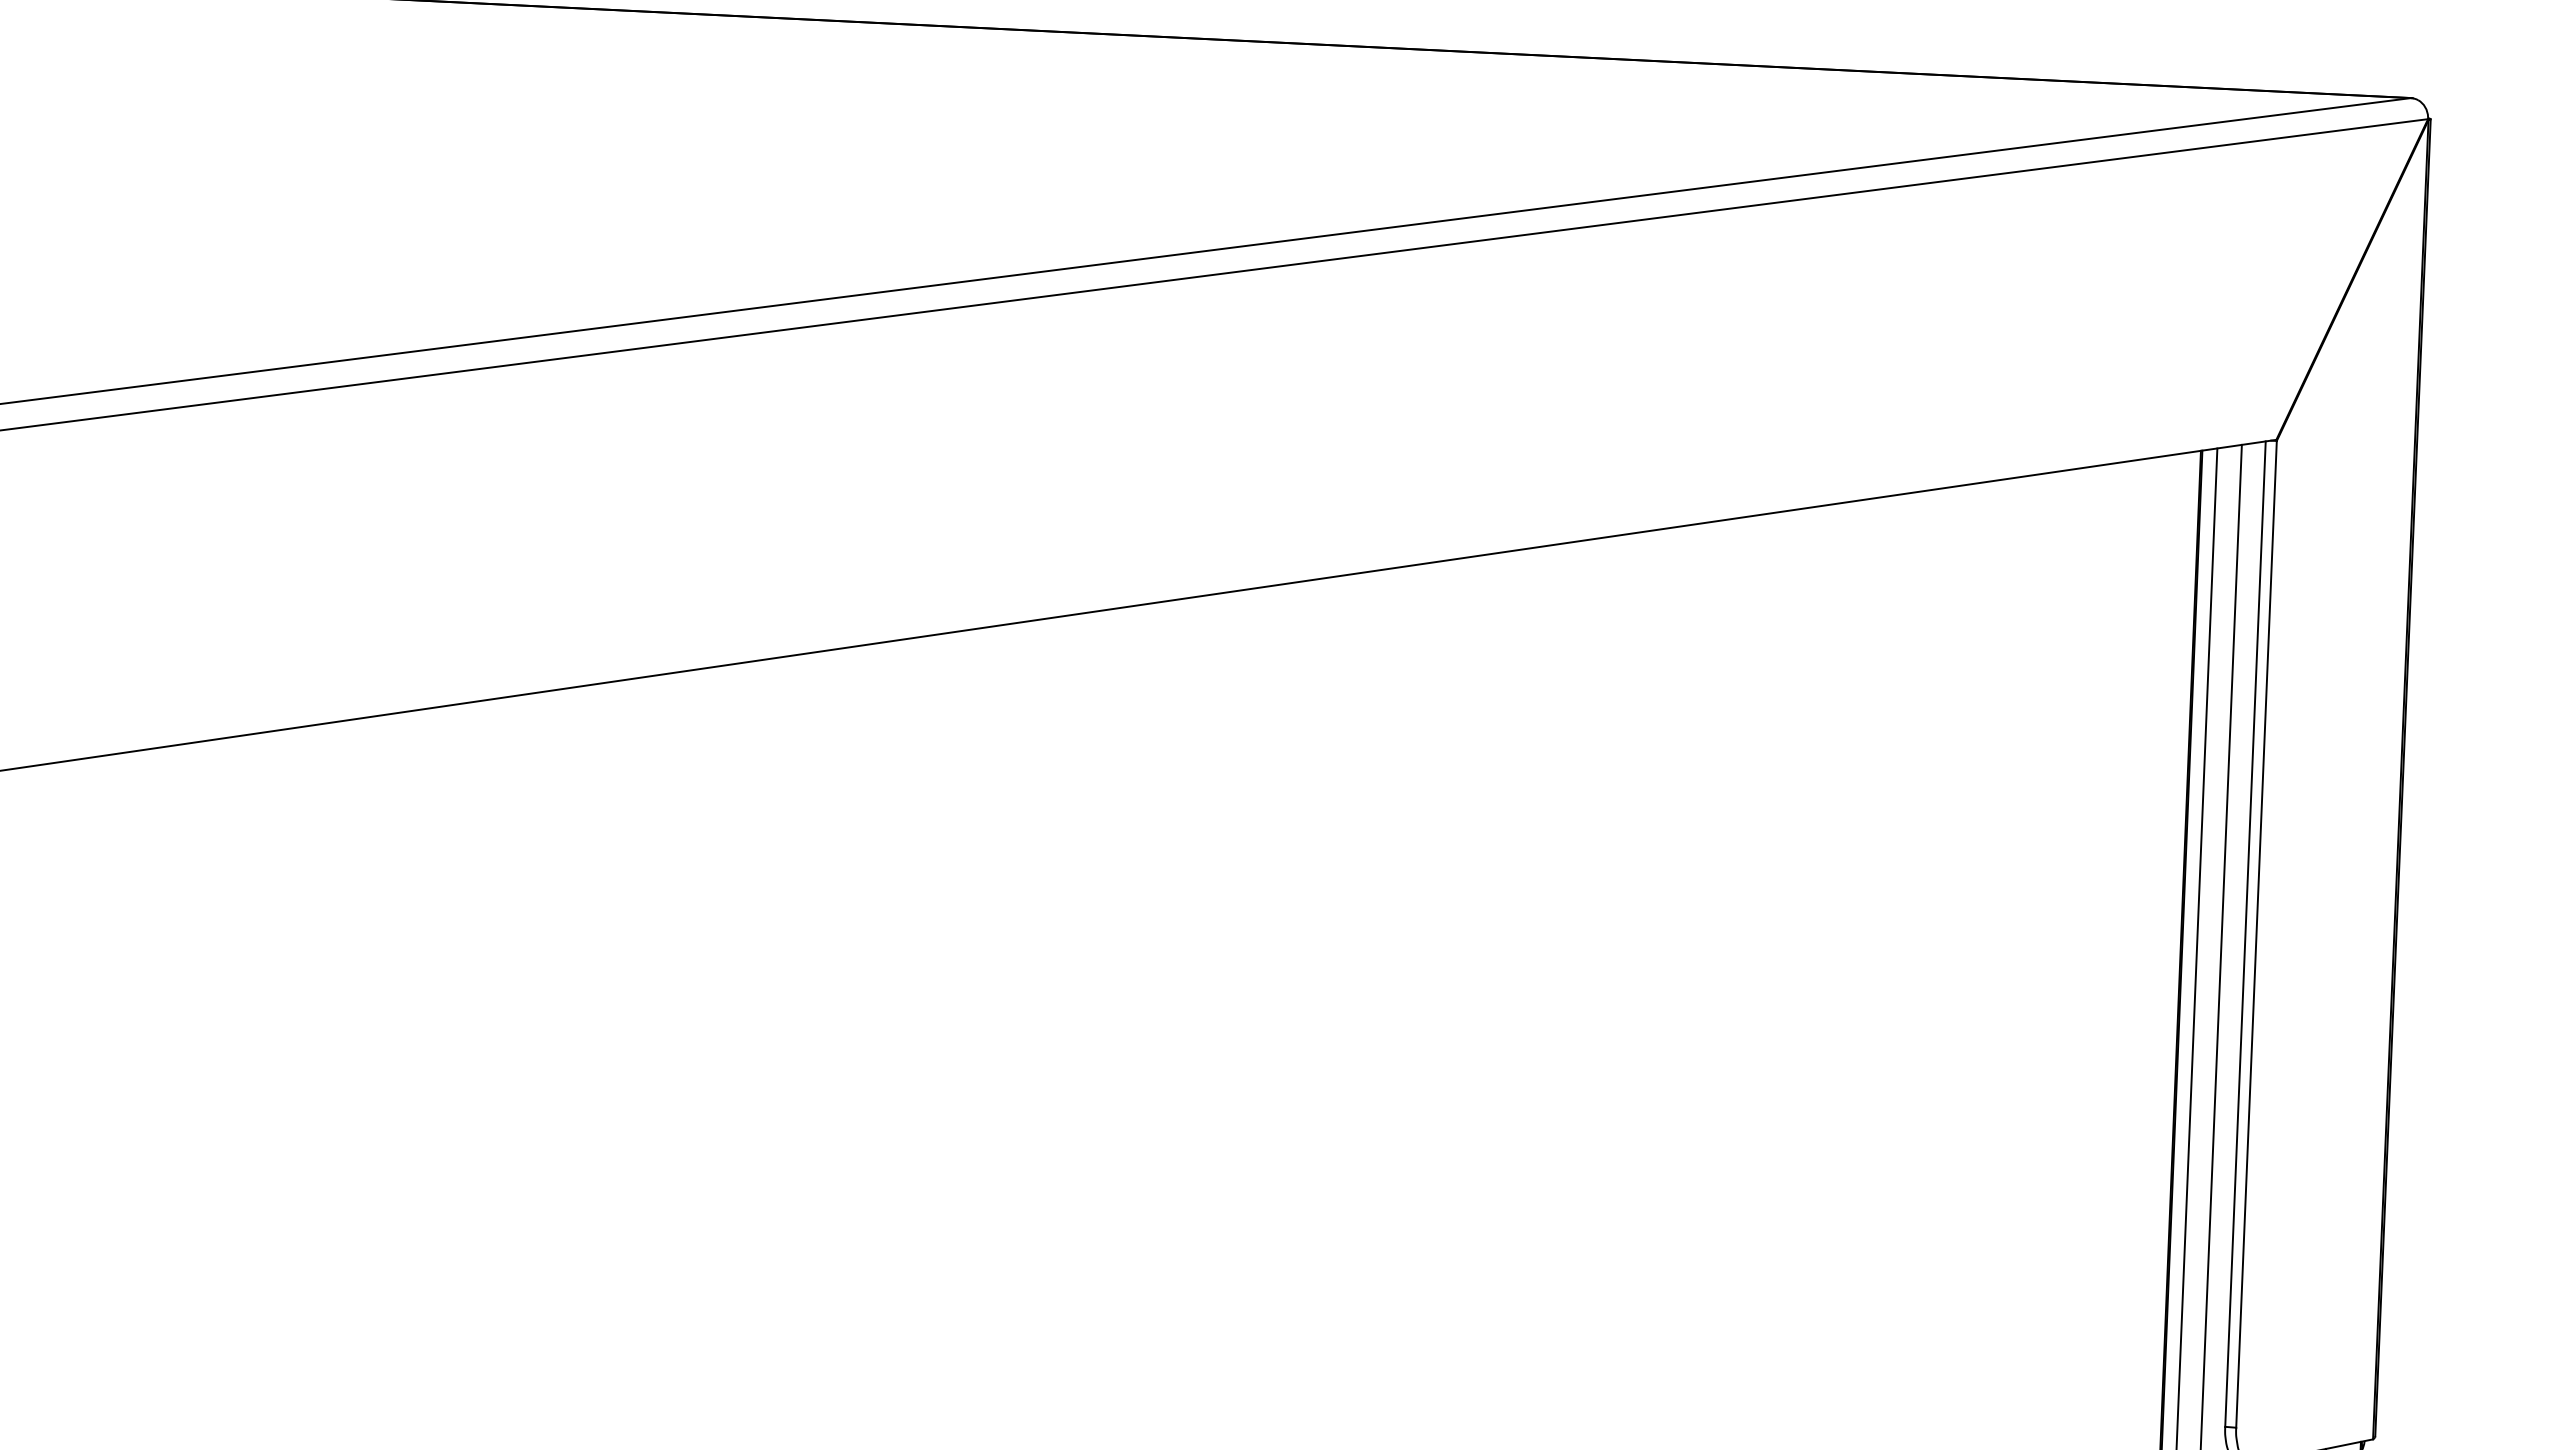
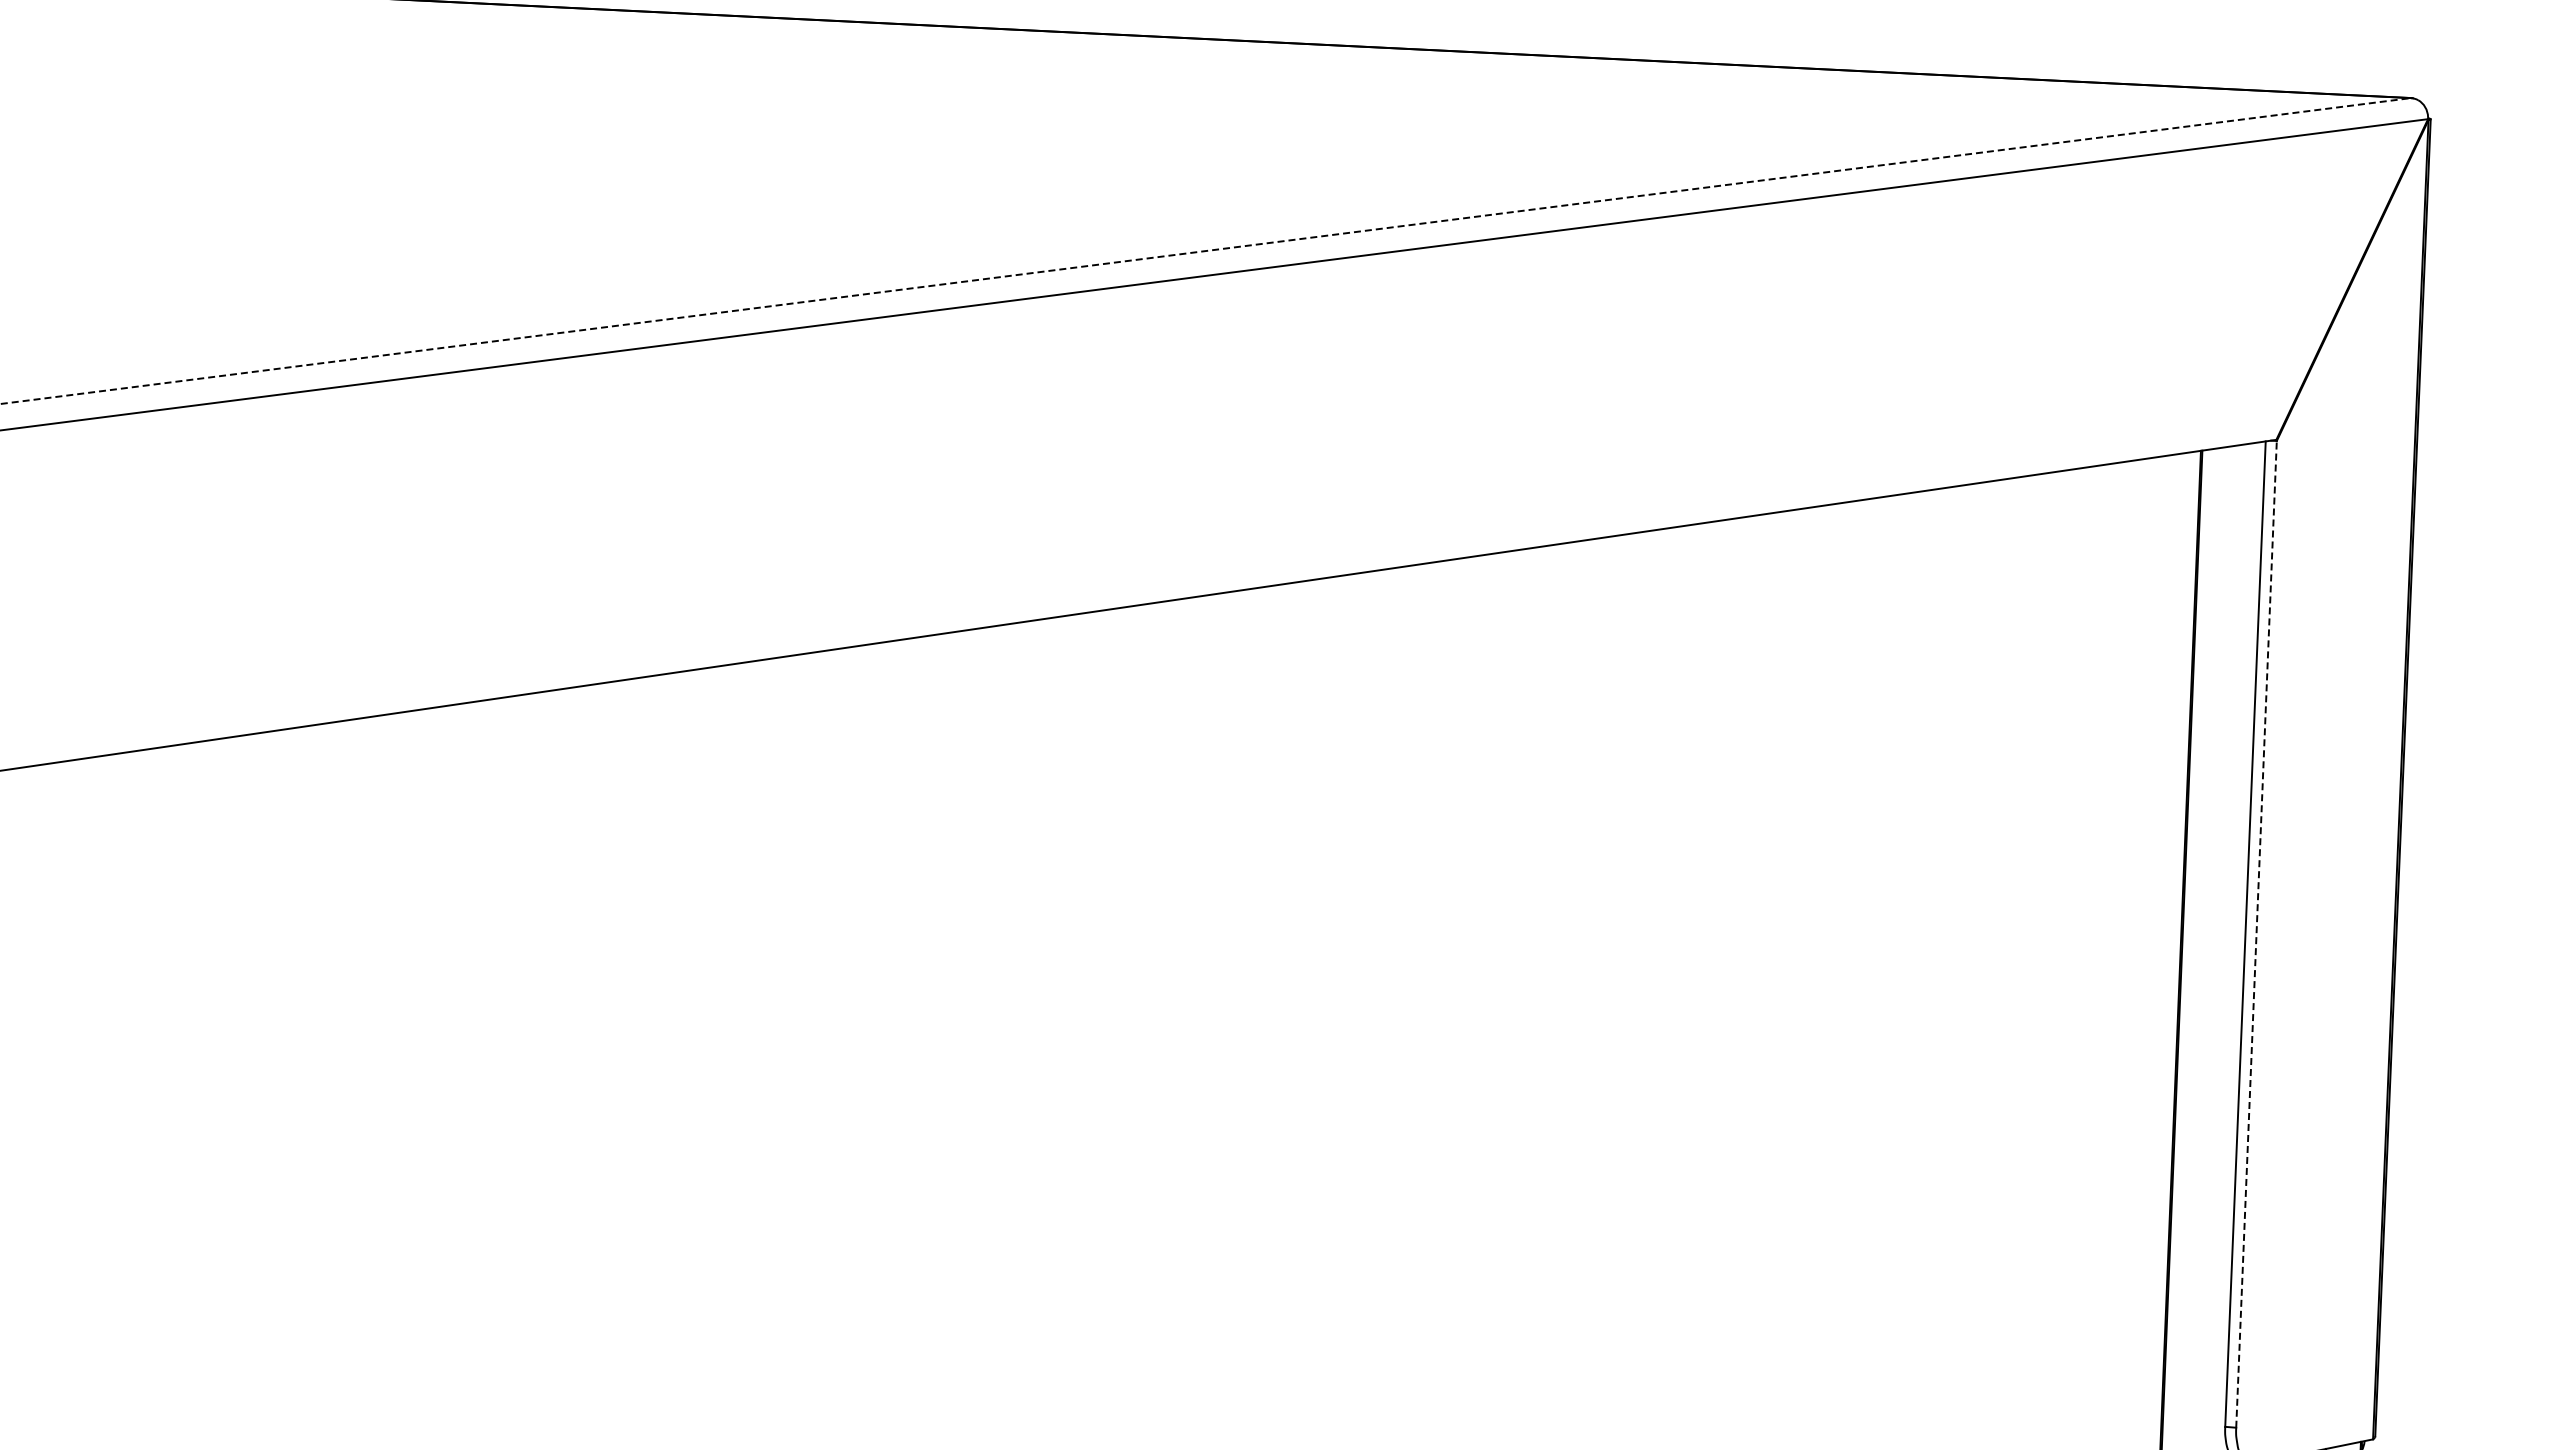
line at (1205, 251): solid -> dashed
line at (2256, 934): solid -> dashed
line at (2220, 945): present -> none
line at (2196, 947): present -> none
